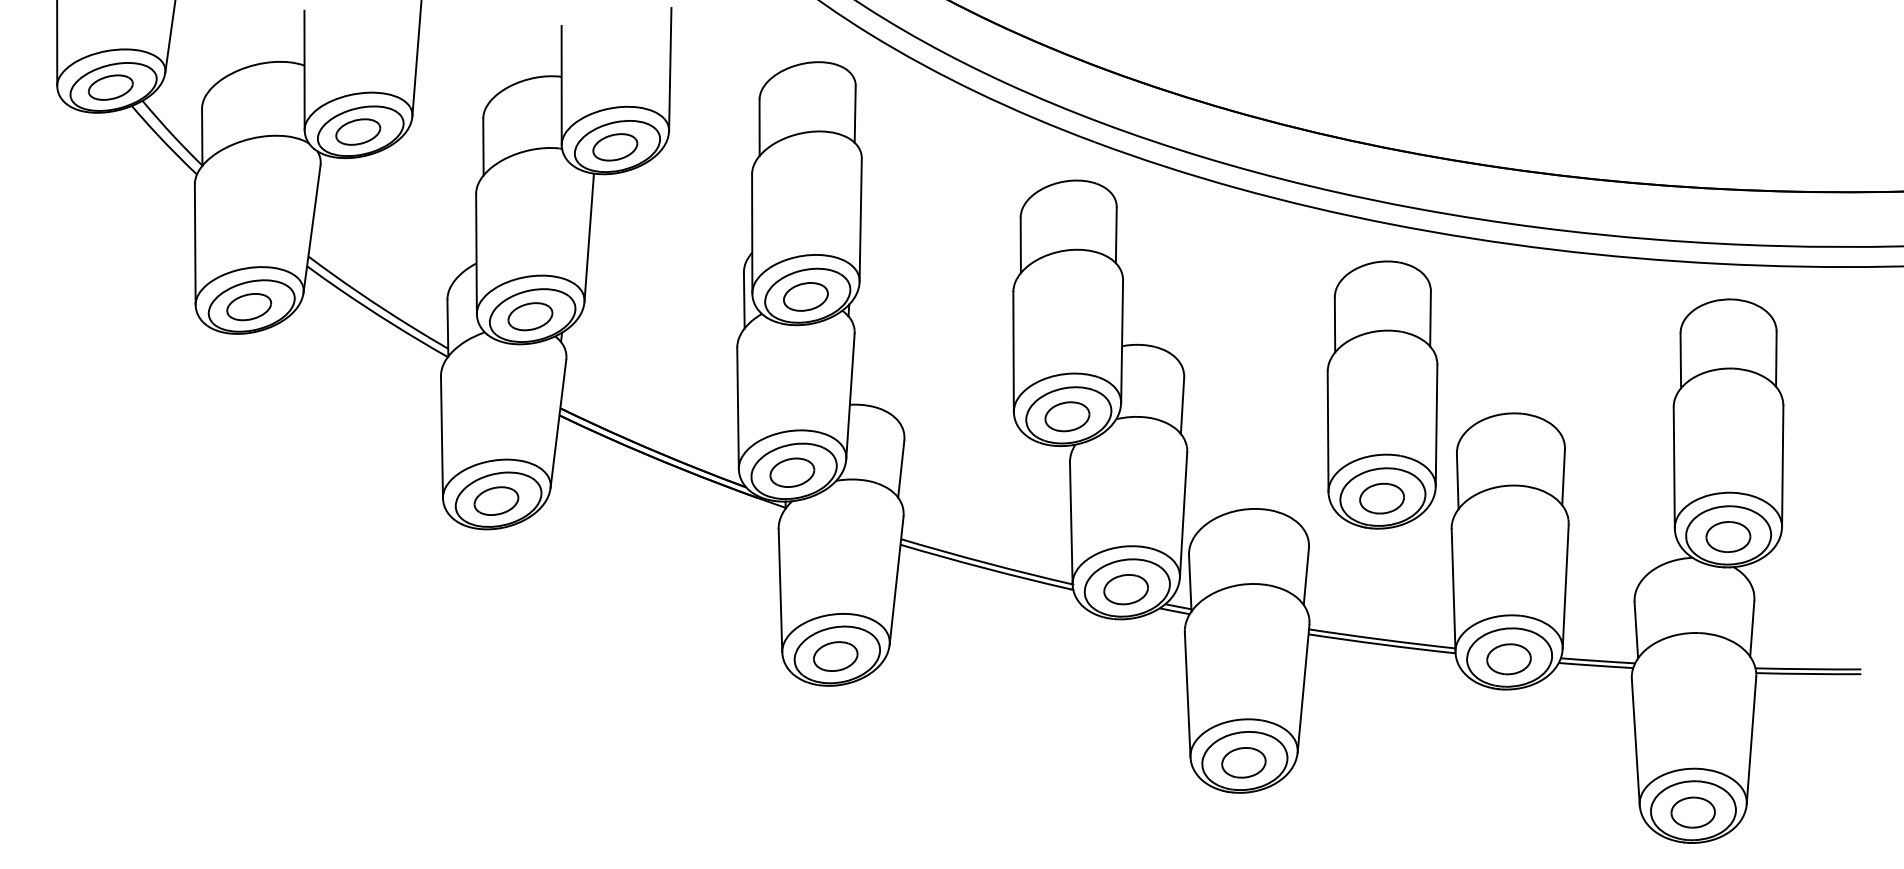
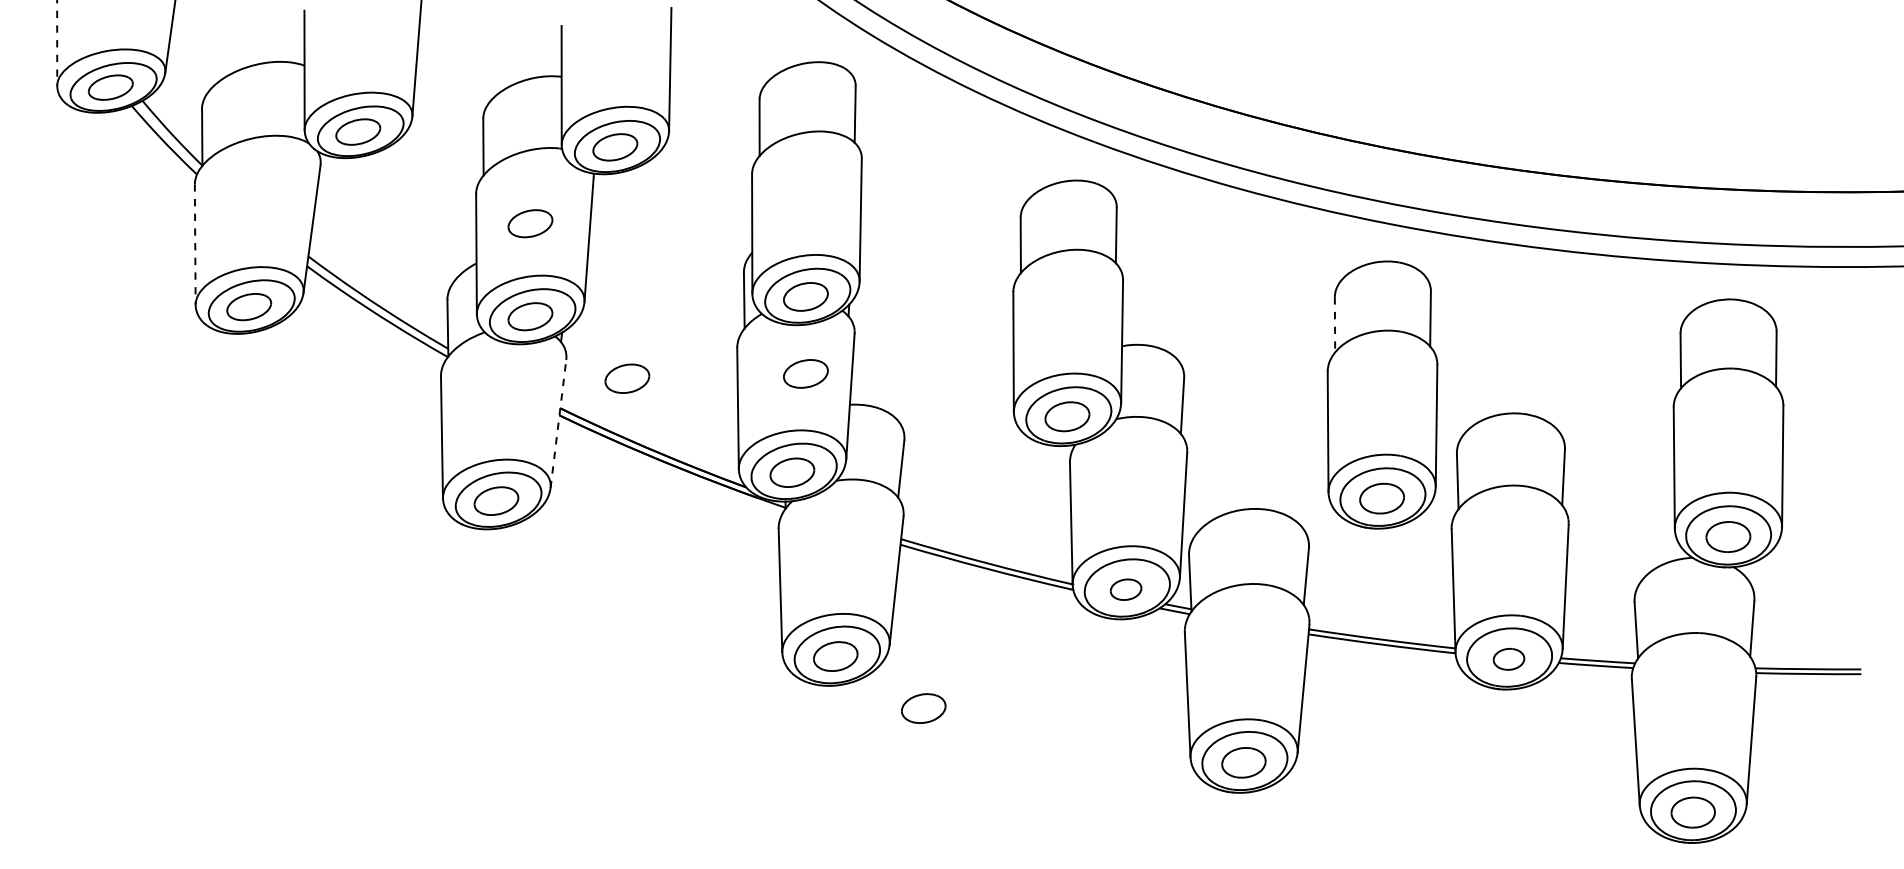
line at (57, 43): solid -> dashed
part at (530, 223): none -> present
line at (195, 244): solid -> dashed
line at (1335, 324): solid -> dashed
part at (805, 373): none -> present
part at (627, 378): none -> present
line at (558, 424): solid -> dashed
part at (1125, 589) size: 46x32 px -> 34x23 px
part at (1508, 659) size: 46x33 px -> 34x23 px
part at (923, 708): none -> present
